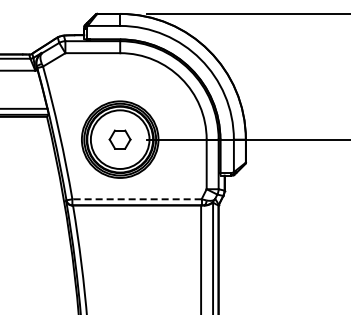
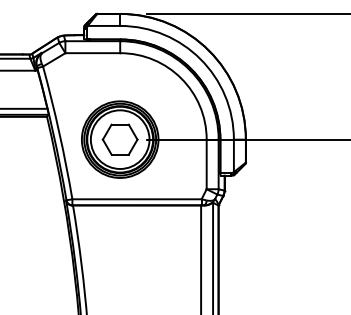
part at (119, 139) size: 24x21 px -> 38x33 px
line at (137, 199): dashed -> solid
